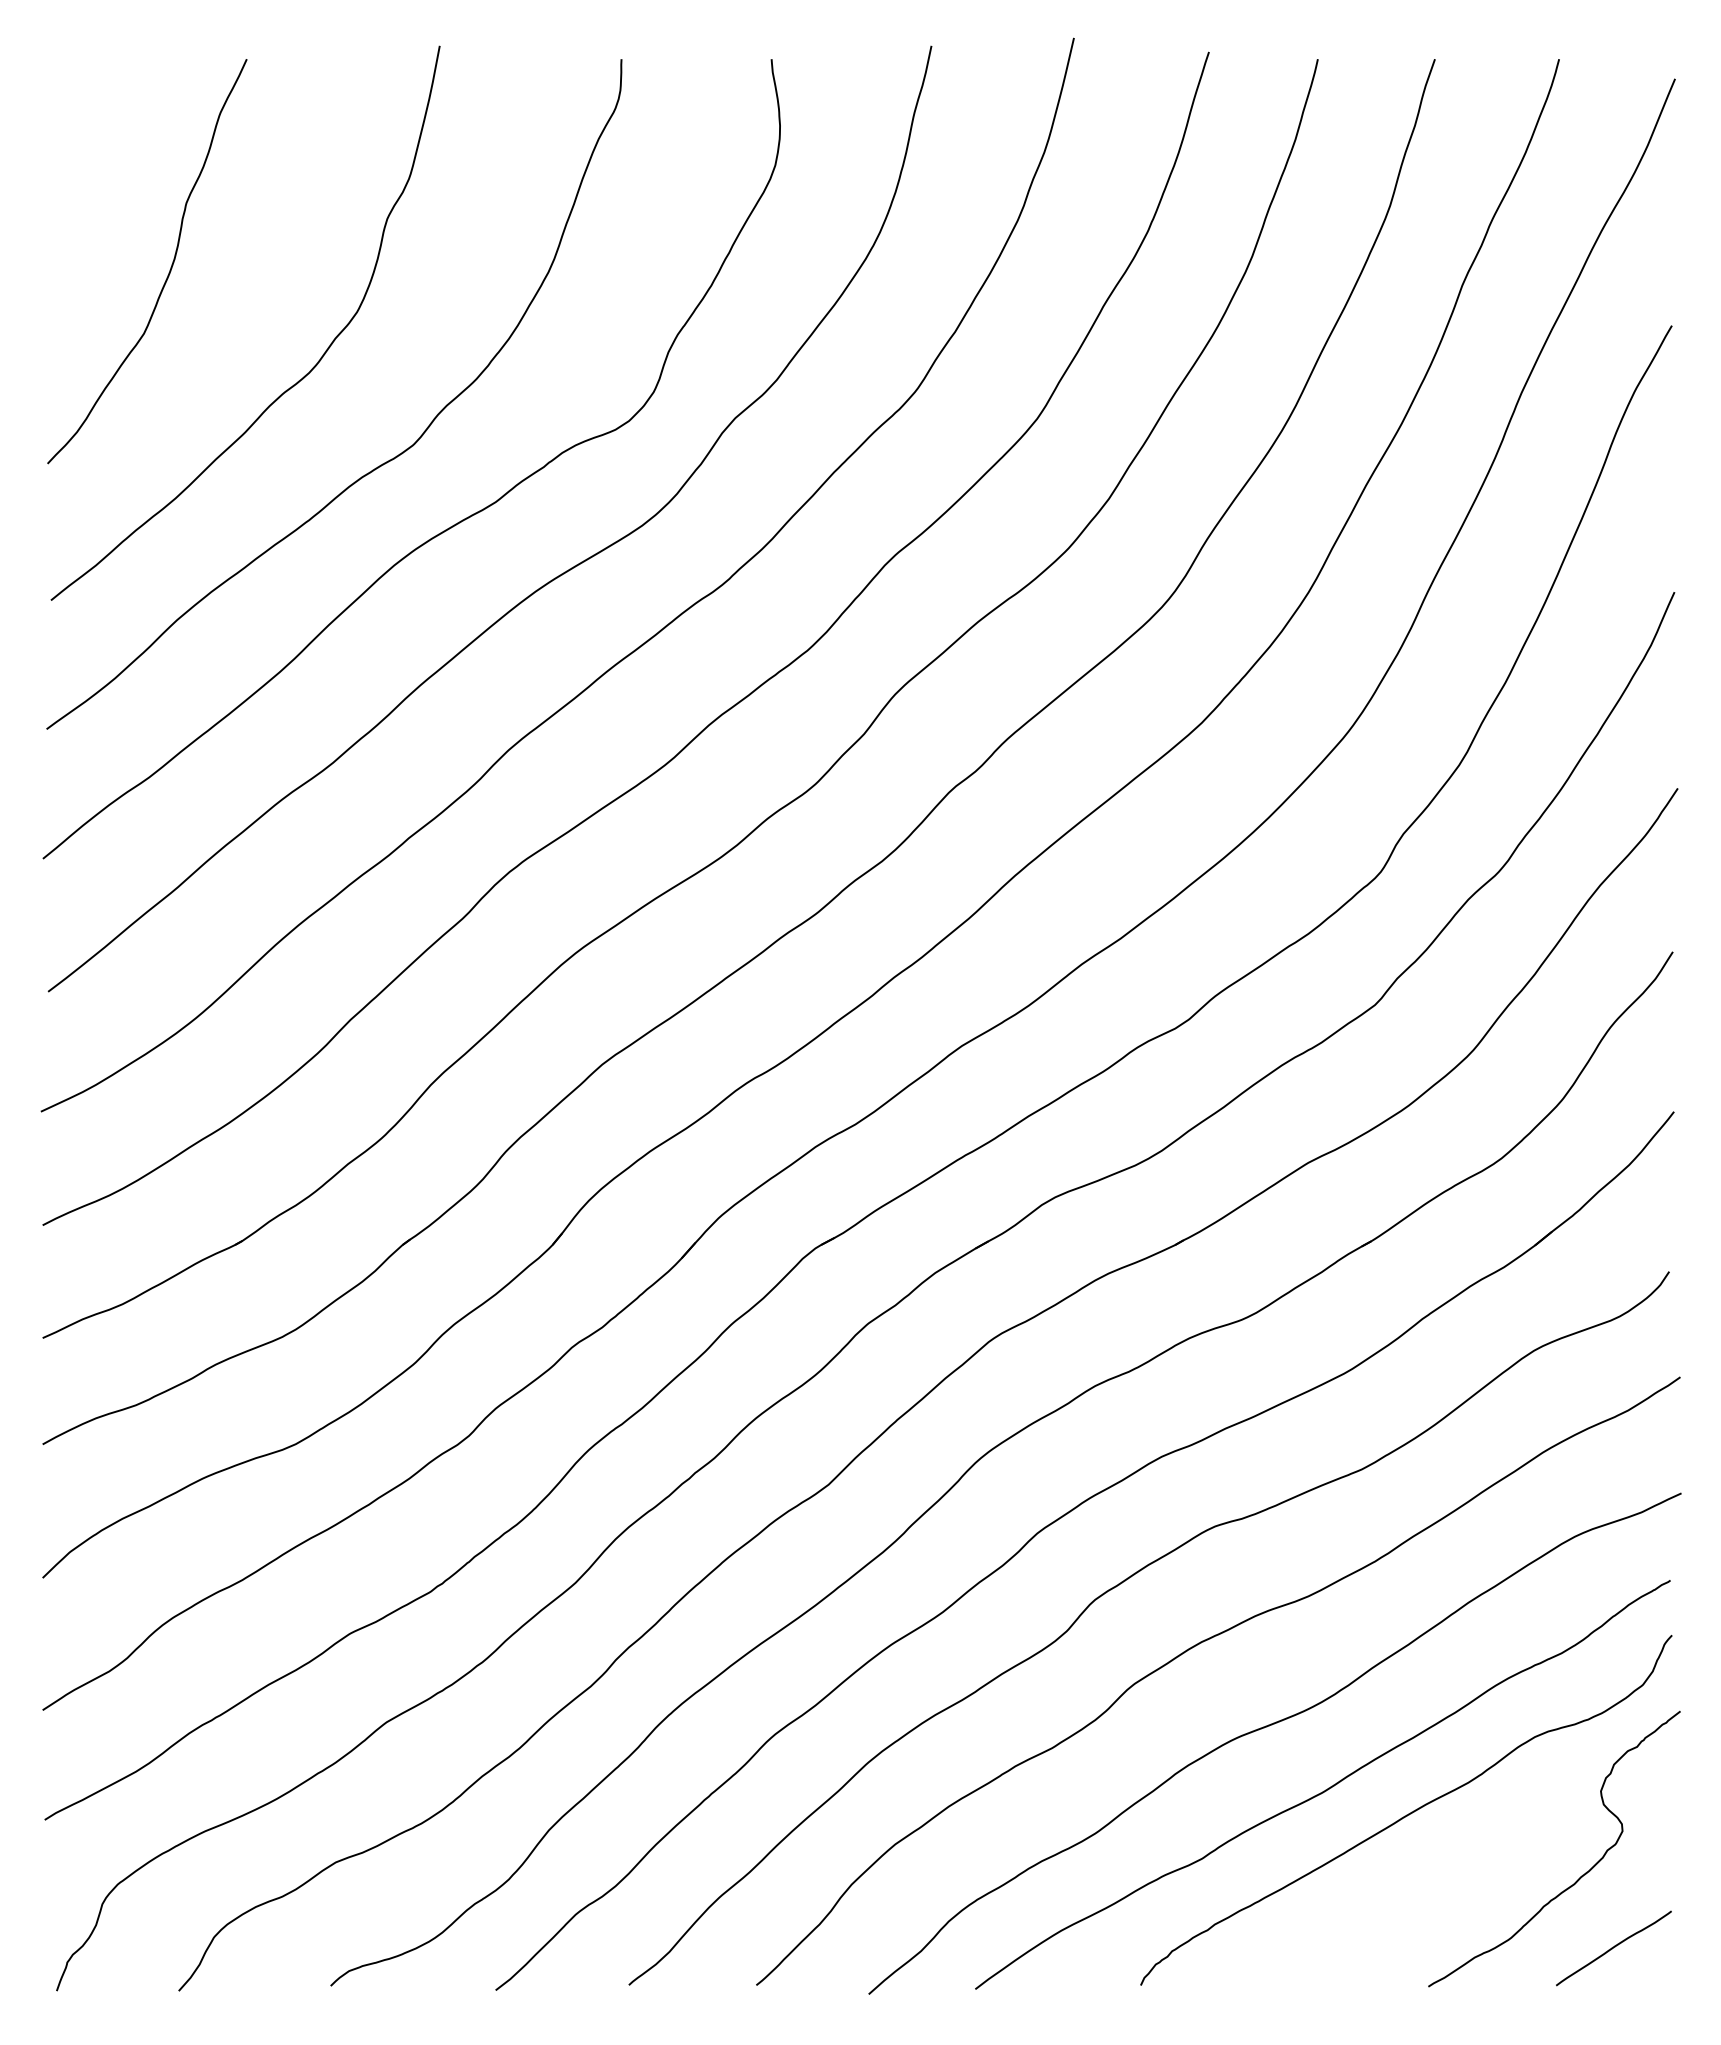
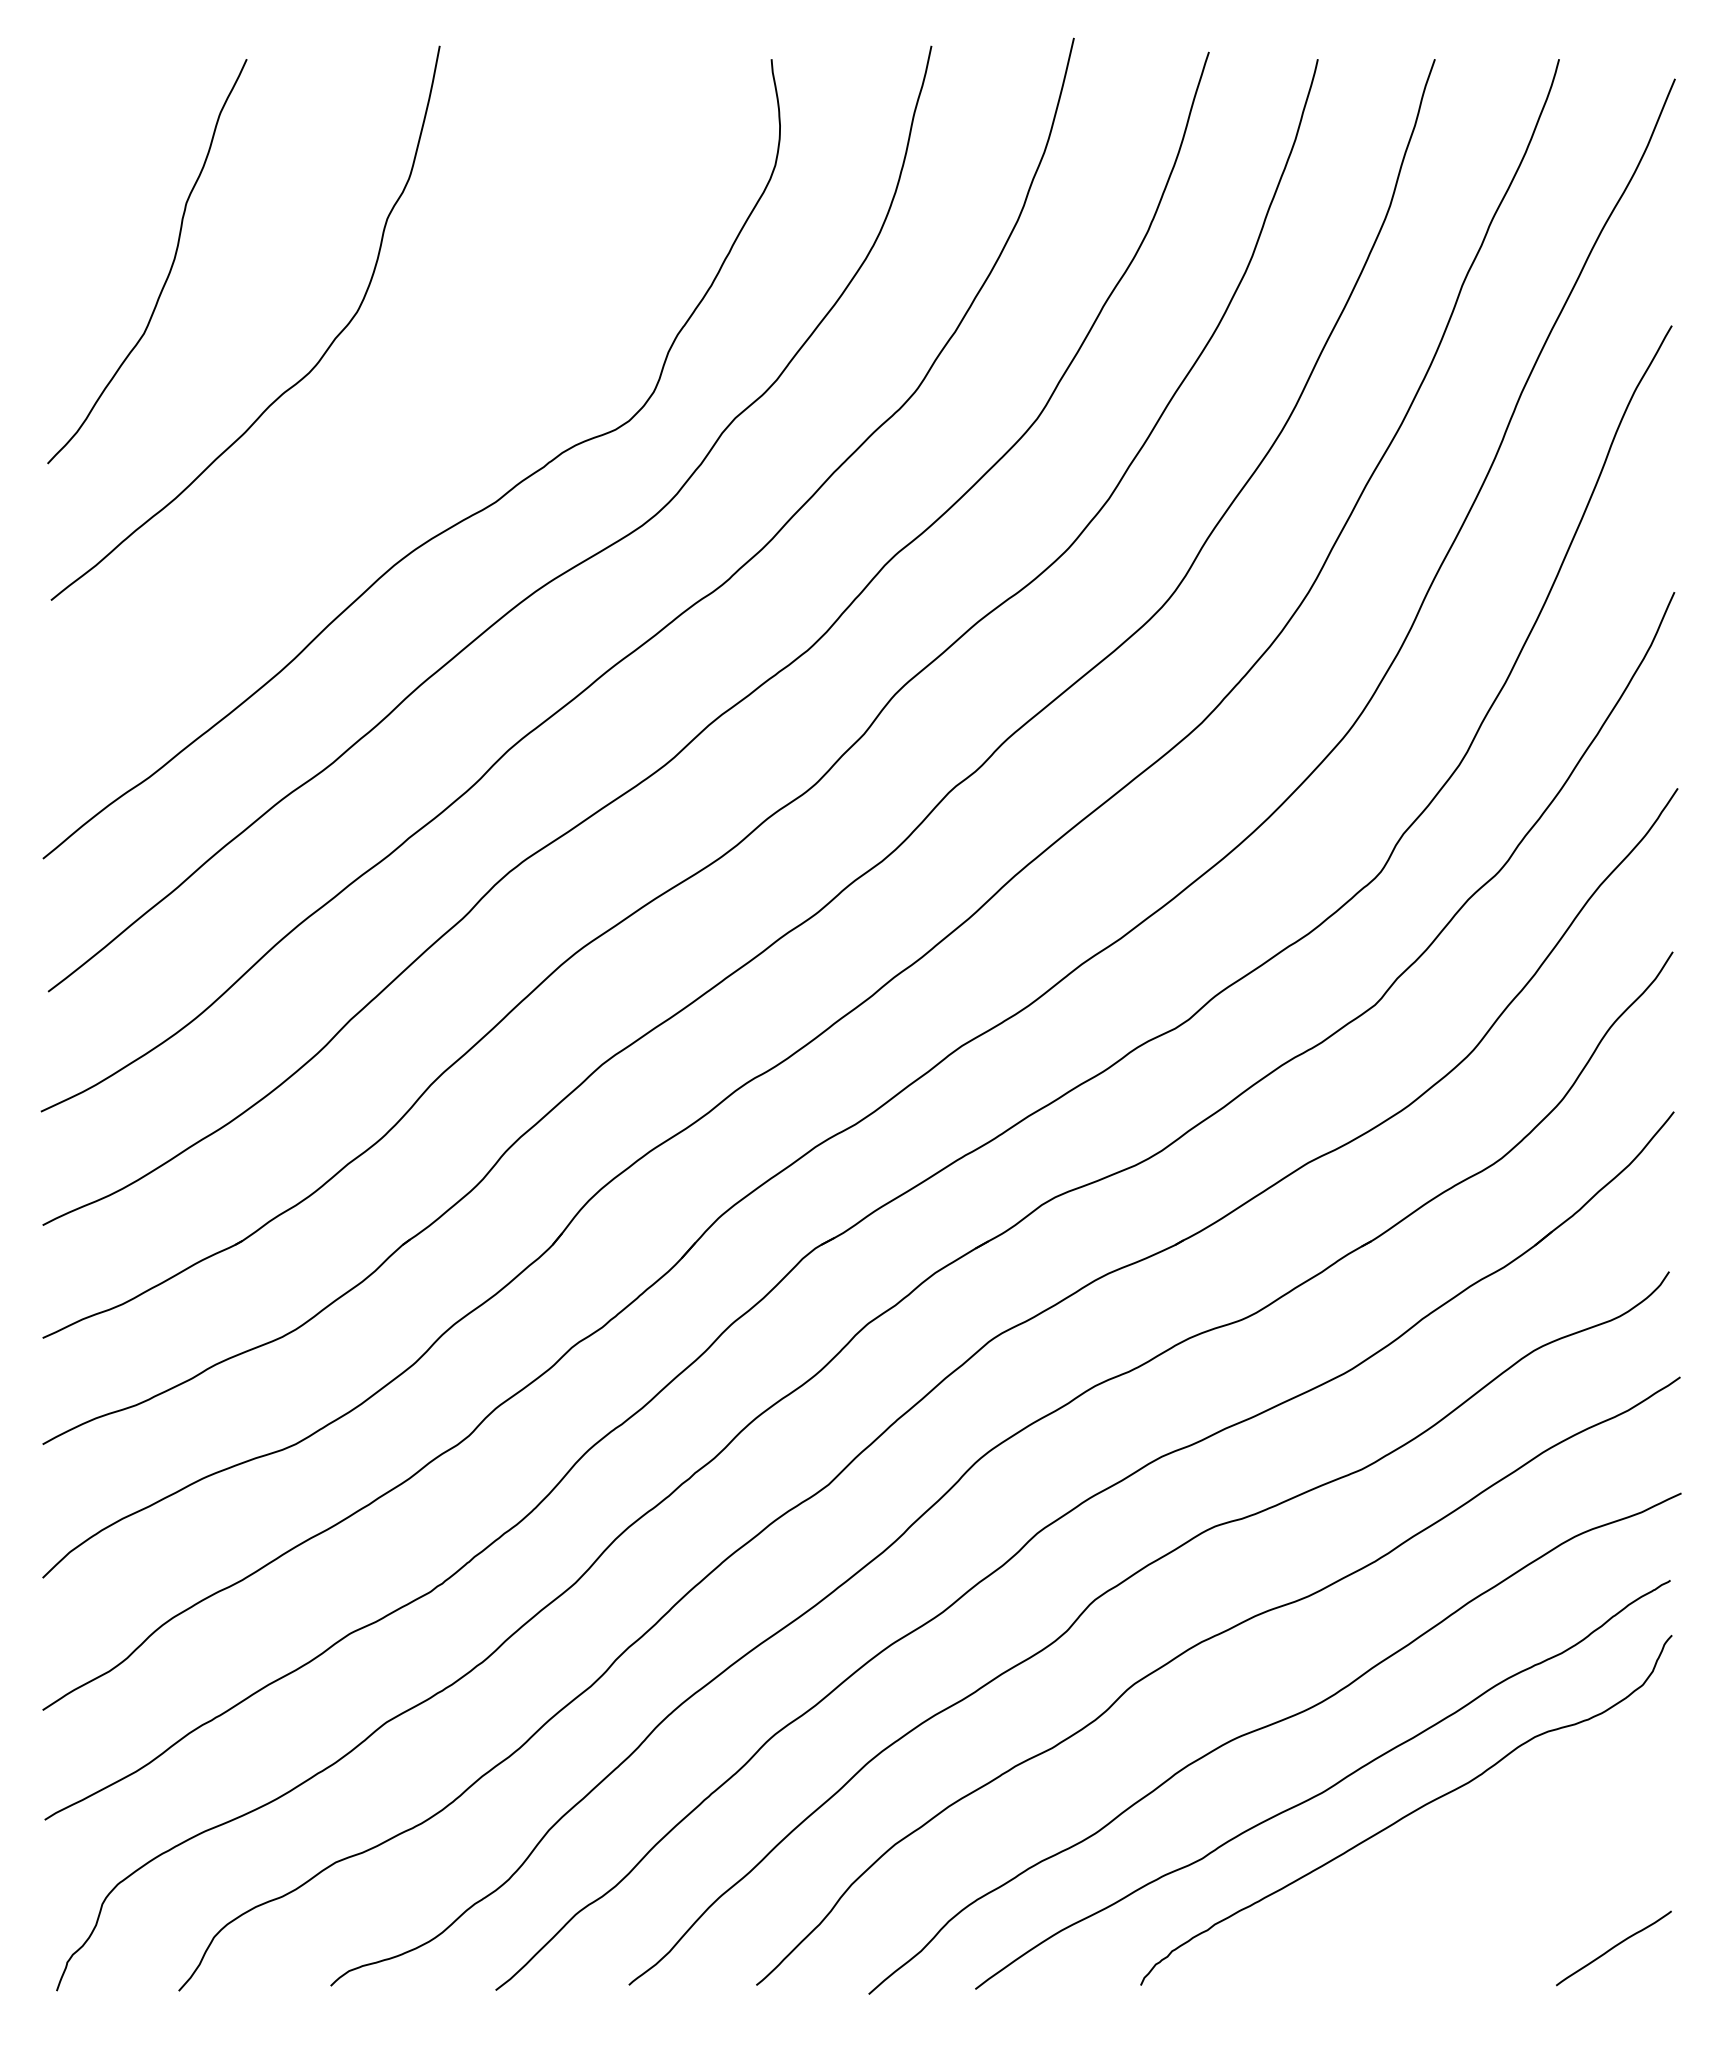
curve at (380, 464): present -> none
curve at (1581, 1875): present -> none
